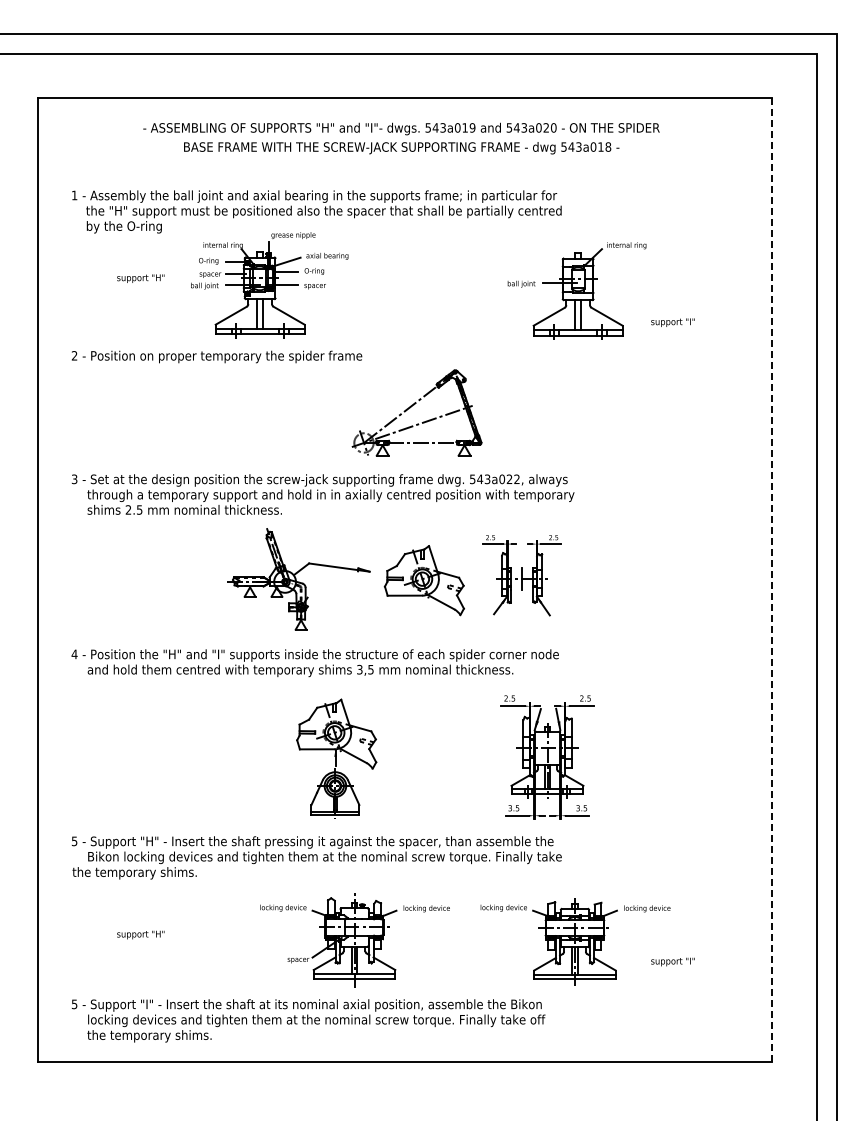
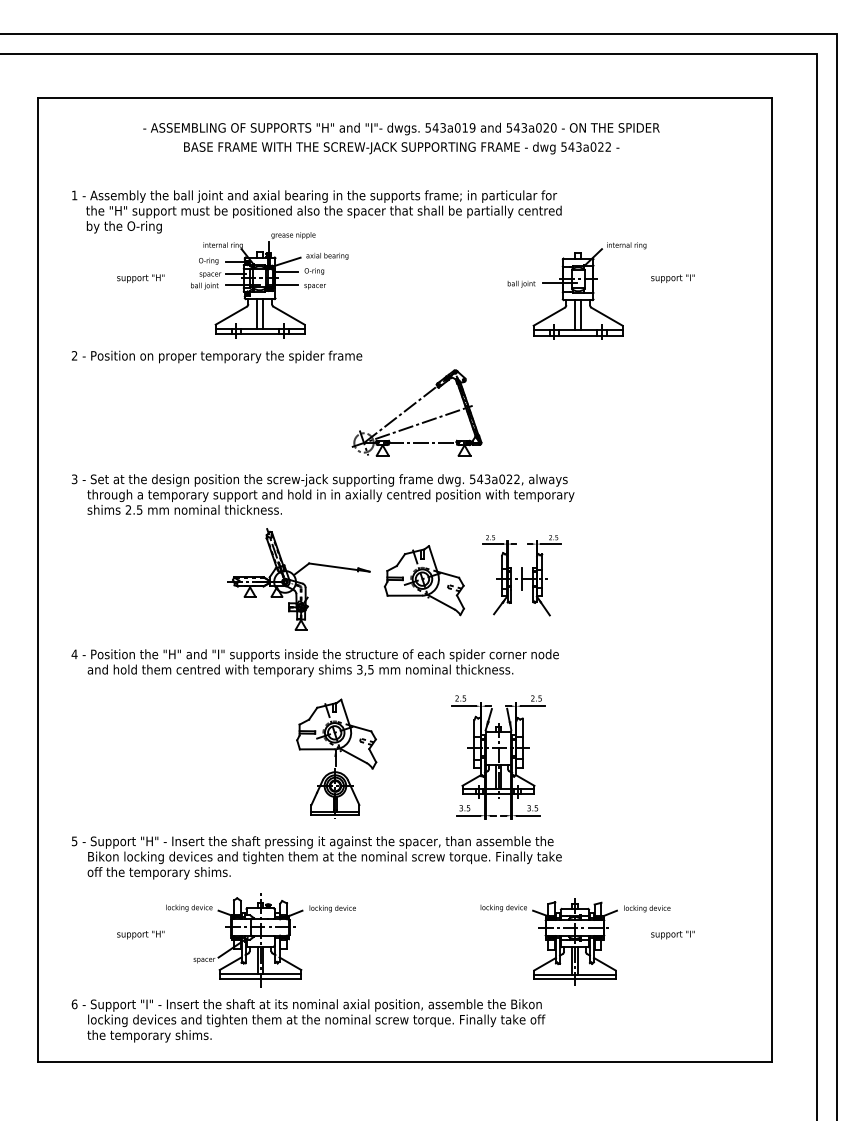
text at (604, 146): 543a018 -> 543a022
text at (672, 322) position: (672, 322) -> (672, 278)
line at (771, 580): dashed -> solid
part at (547, 757) position: (547, 757) -> (498, 757)
text at (151, 873): the temporary shims. -> off the temporary shims.
part at (354, 940) position: (354, 940) -> (260, 940)
text at (672, 961) position: (672, 961) -> (672, 934)
text at (74, 1004): 5 -> 6
